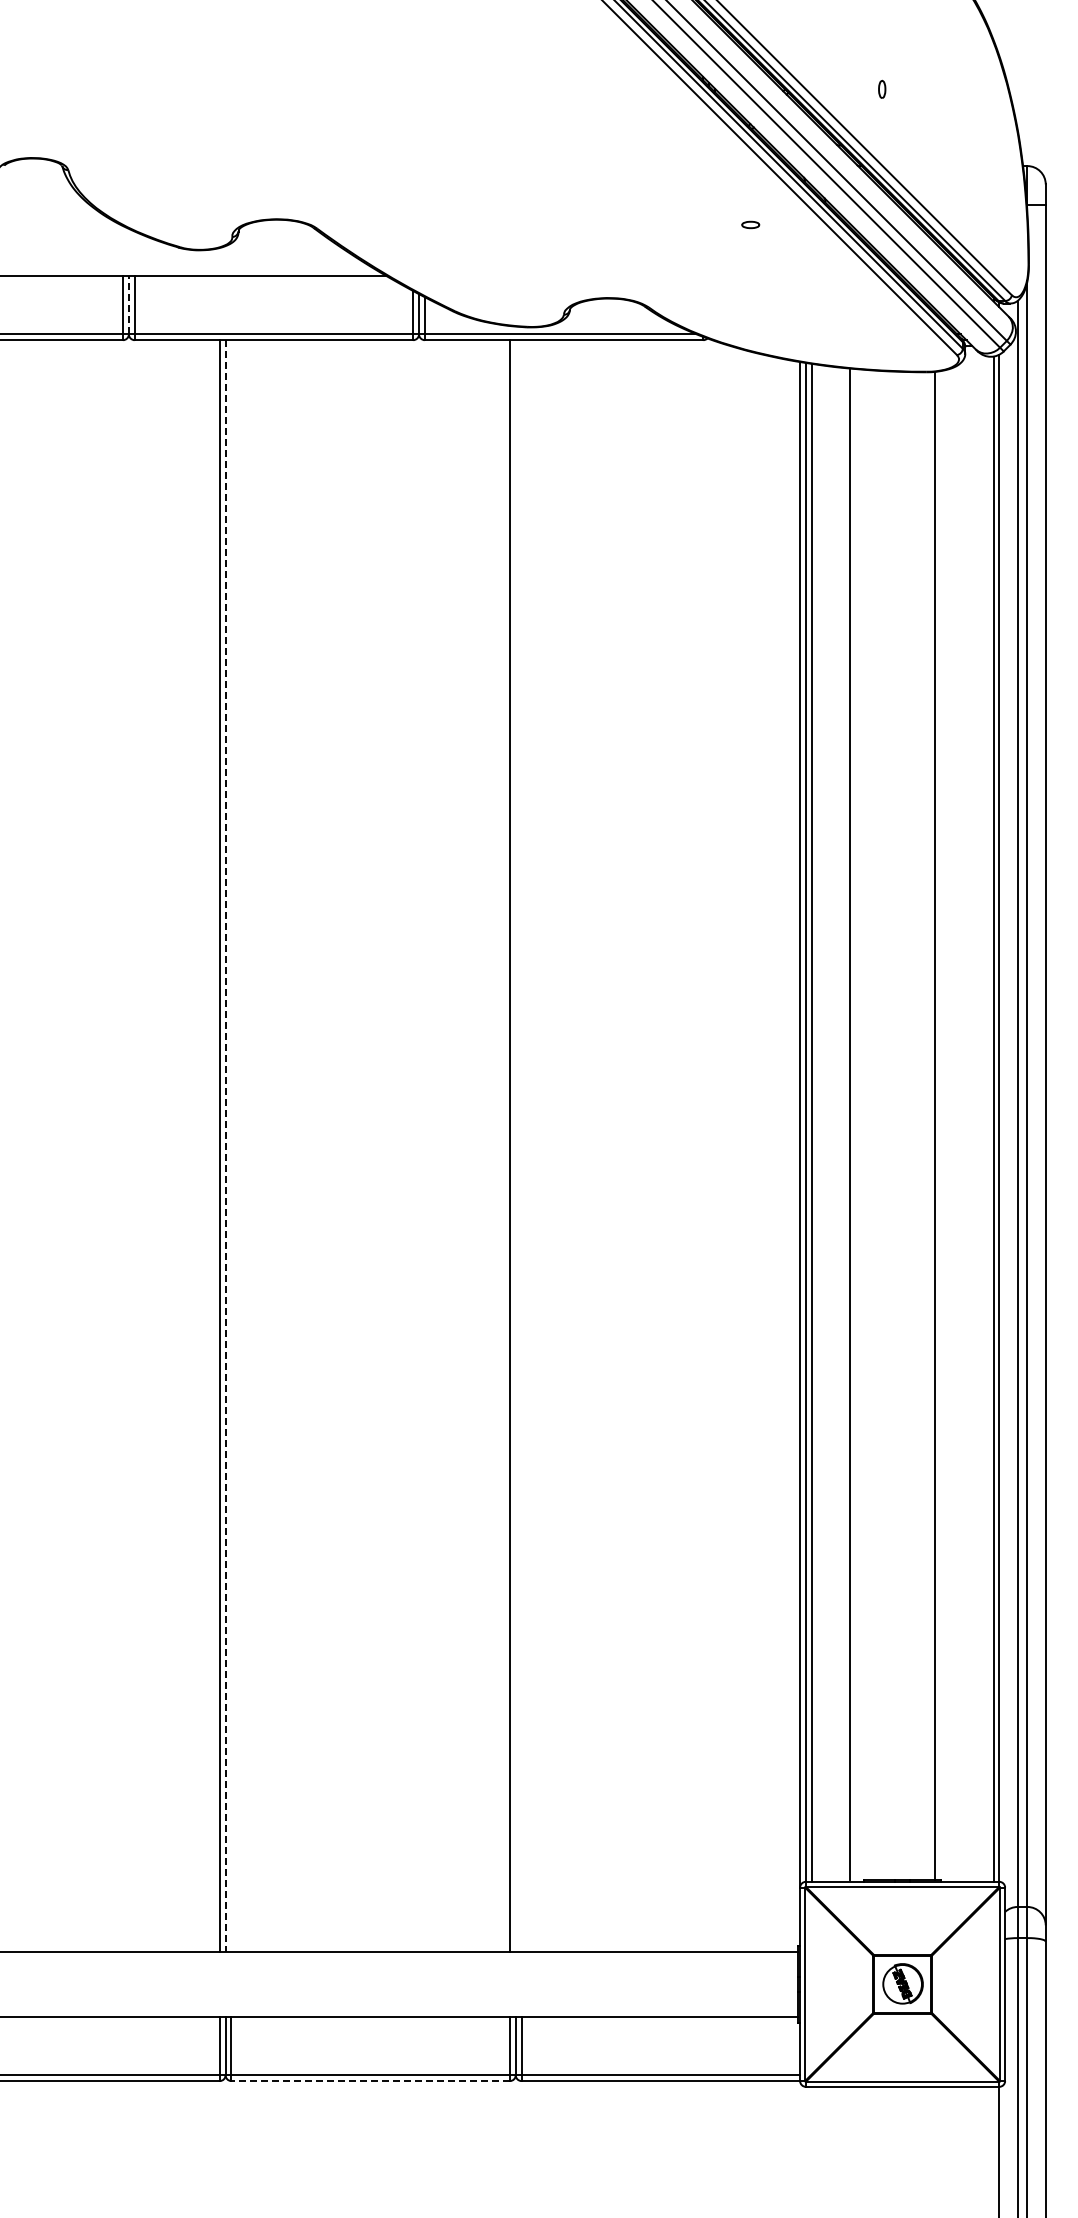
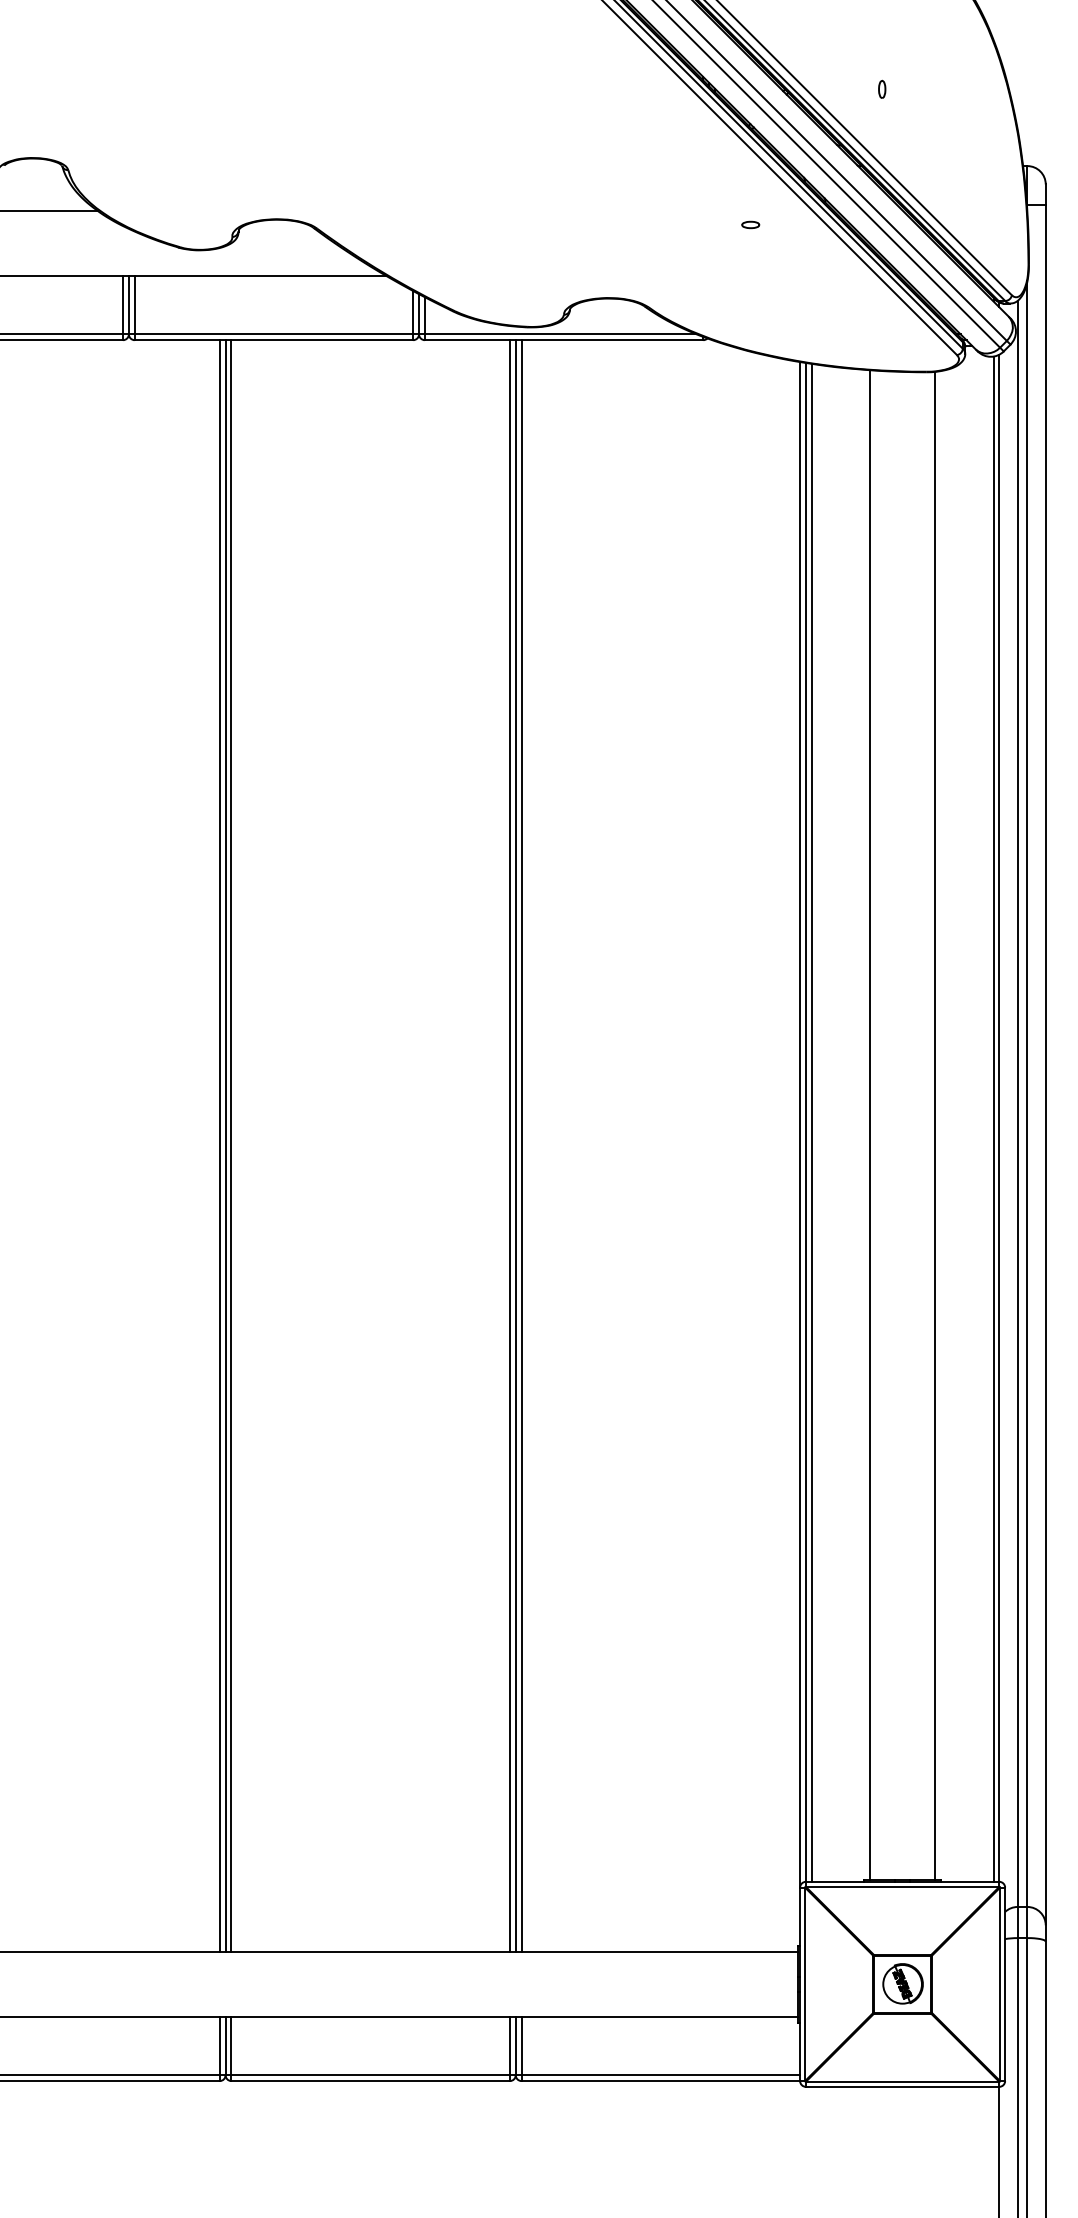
line at (49, 211): none -> present
line at (128, 304): dashed -> solid
line at (850, 1124) position: (850, 1124) -> (870, 1124)
line at (225, 1146): dashed -> solid
line at (231, 1146): none -> present
line at (515, 1146): none -> present
line at (521, 1146): none -> present
line at (370, 2081): dashed -> solid
